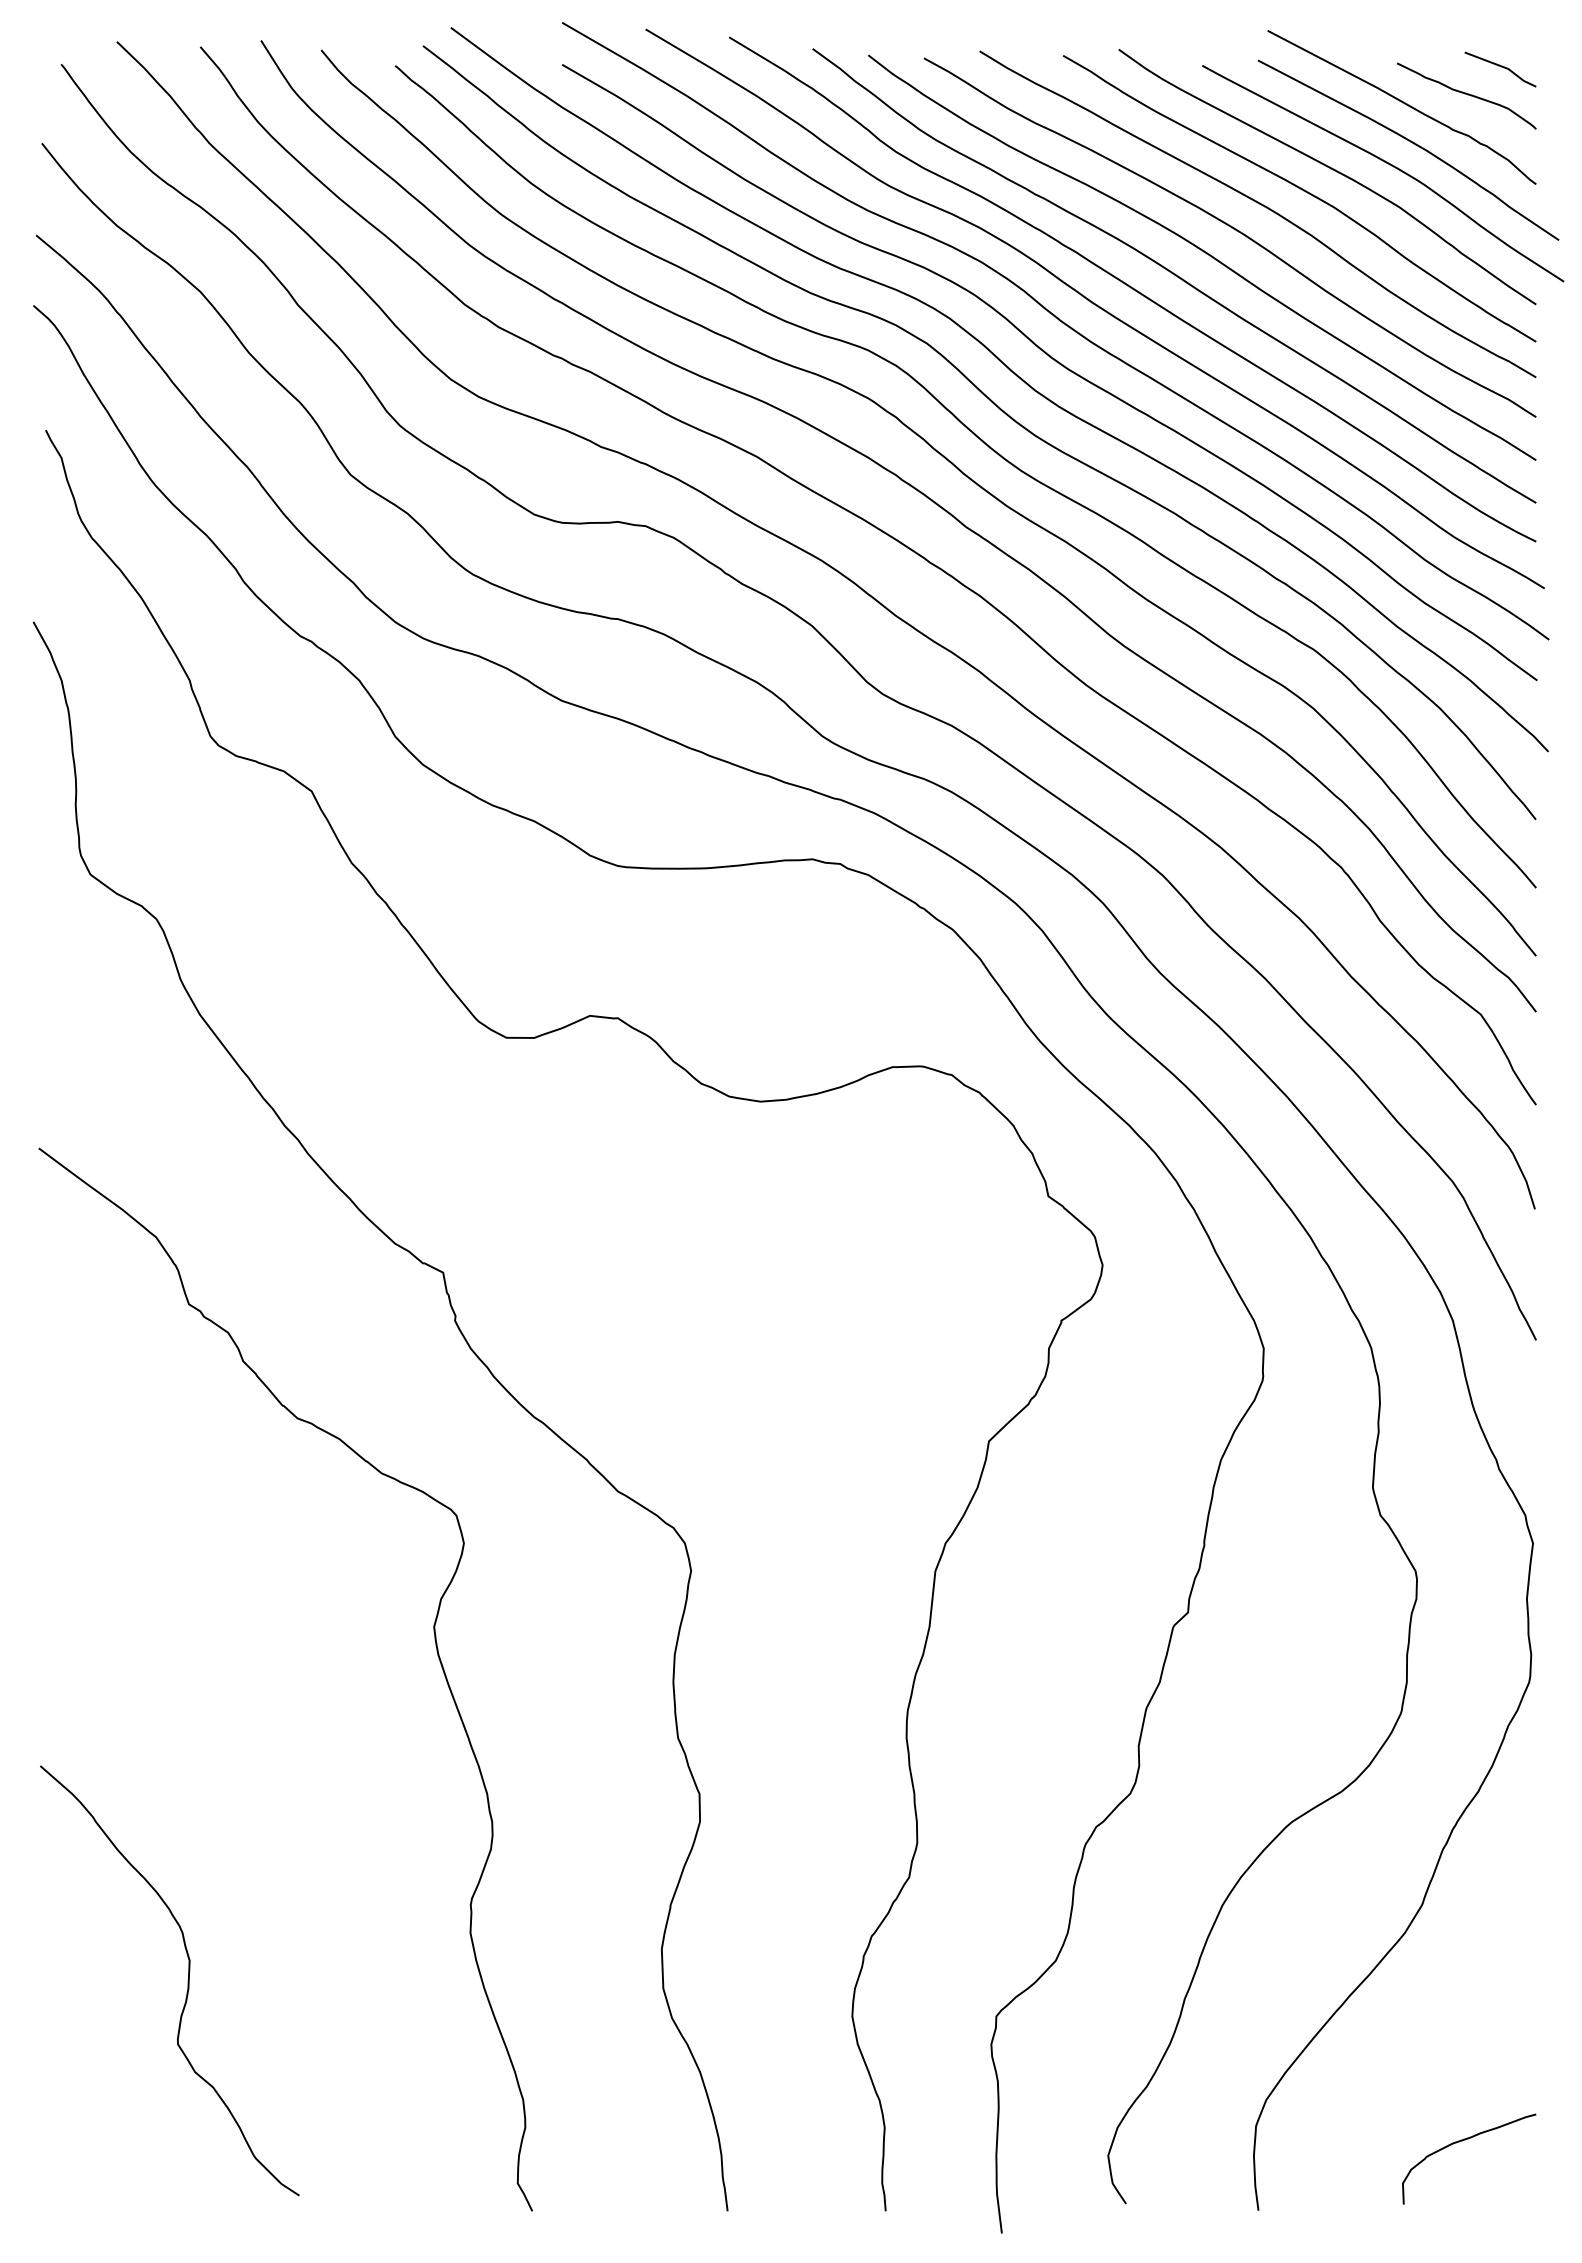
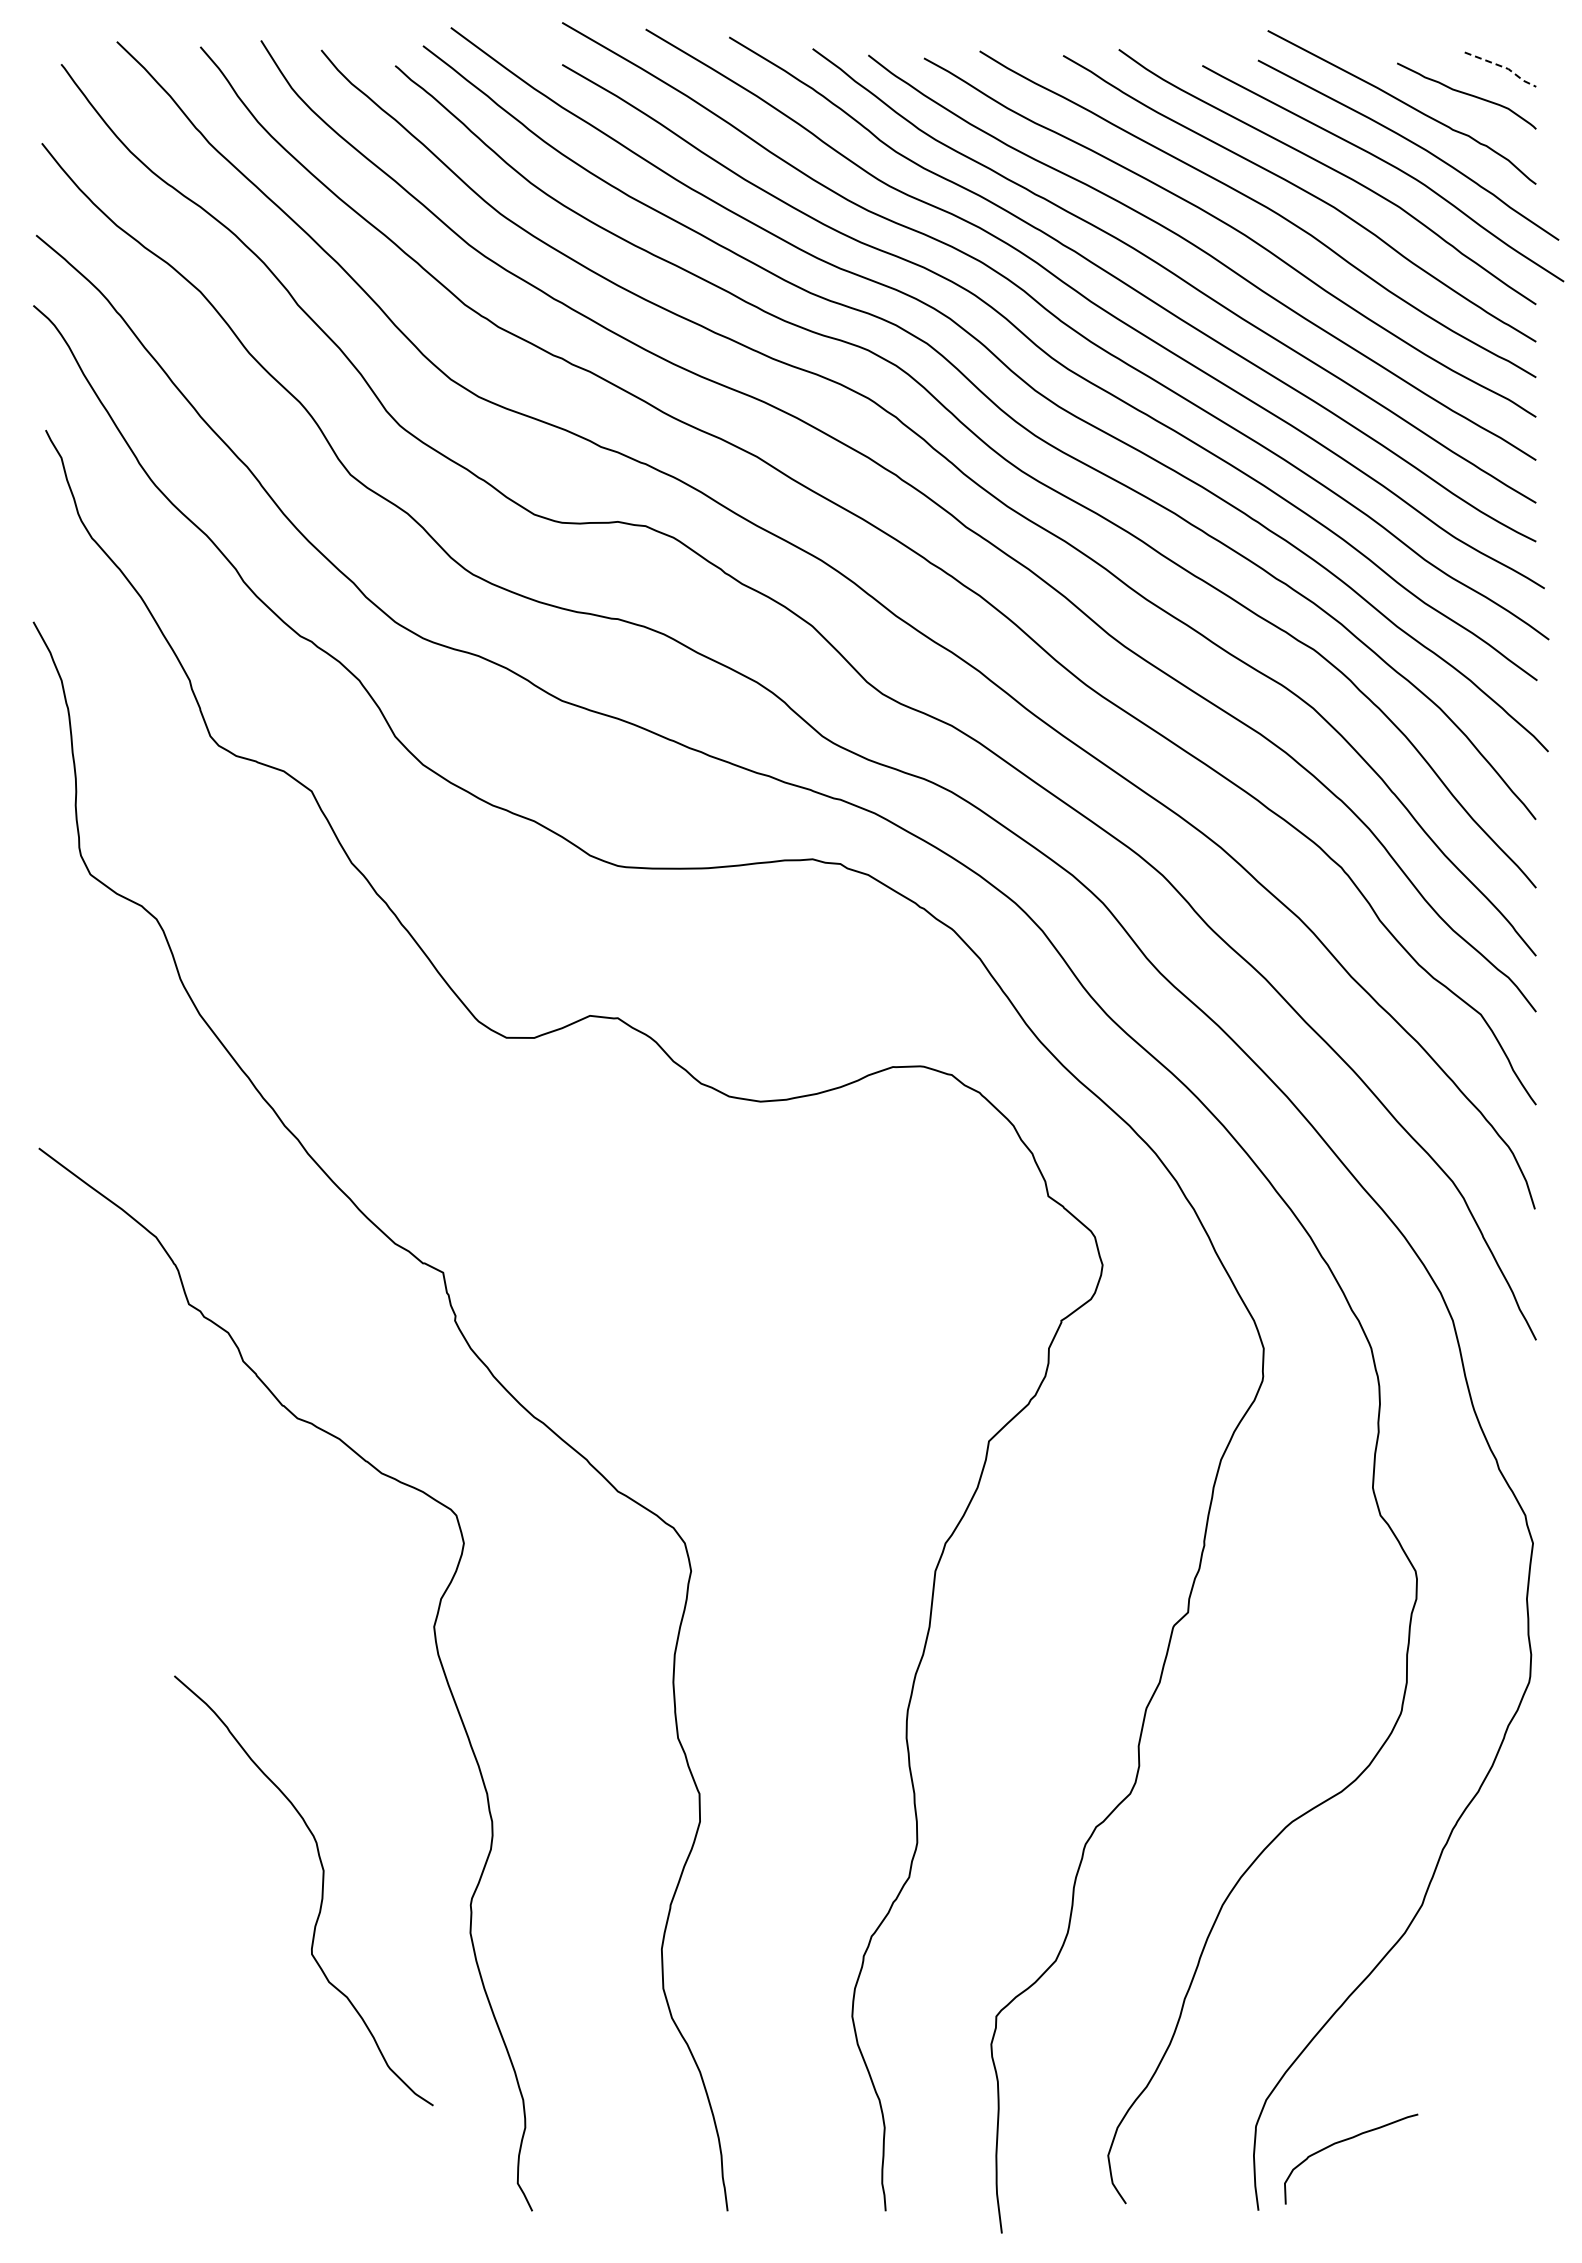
line at (1503, 67): solid -> dashed
curve at (187, 1980) position: (187, 1980) -> (321, 1890)
curve at (1462, 2141) position: (1462, 2141) -> (1344, 2141)
